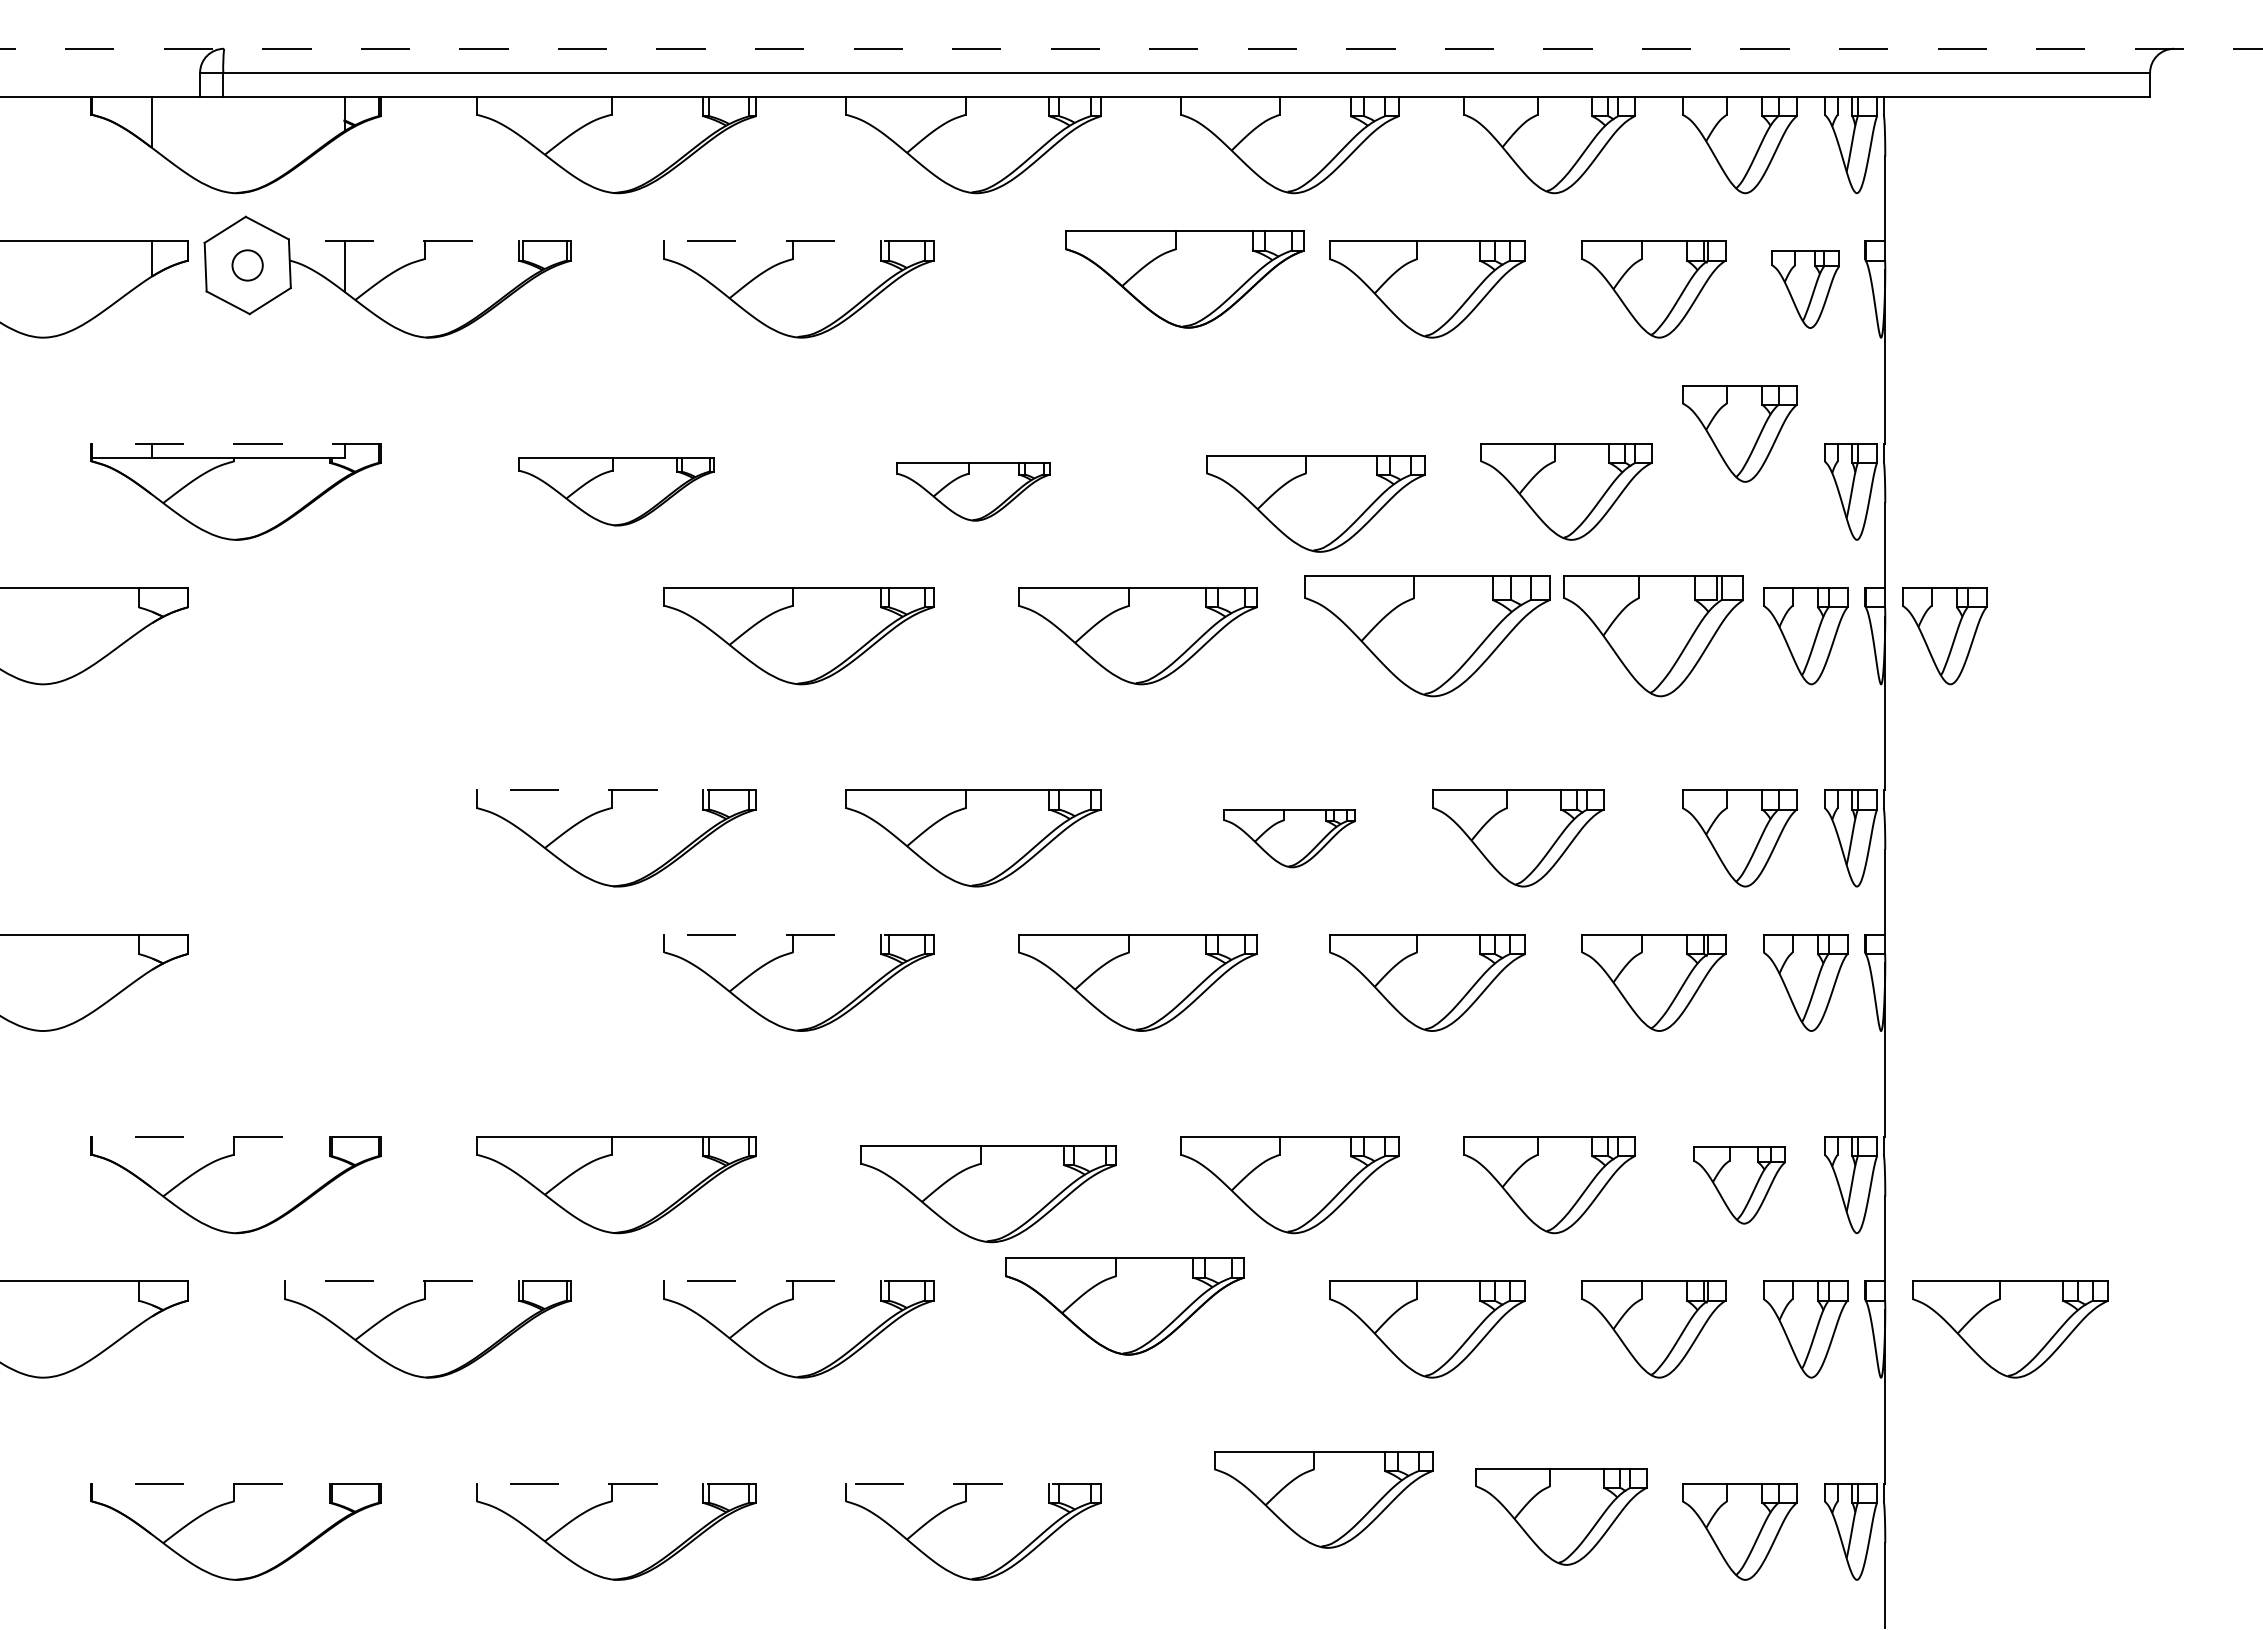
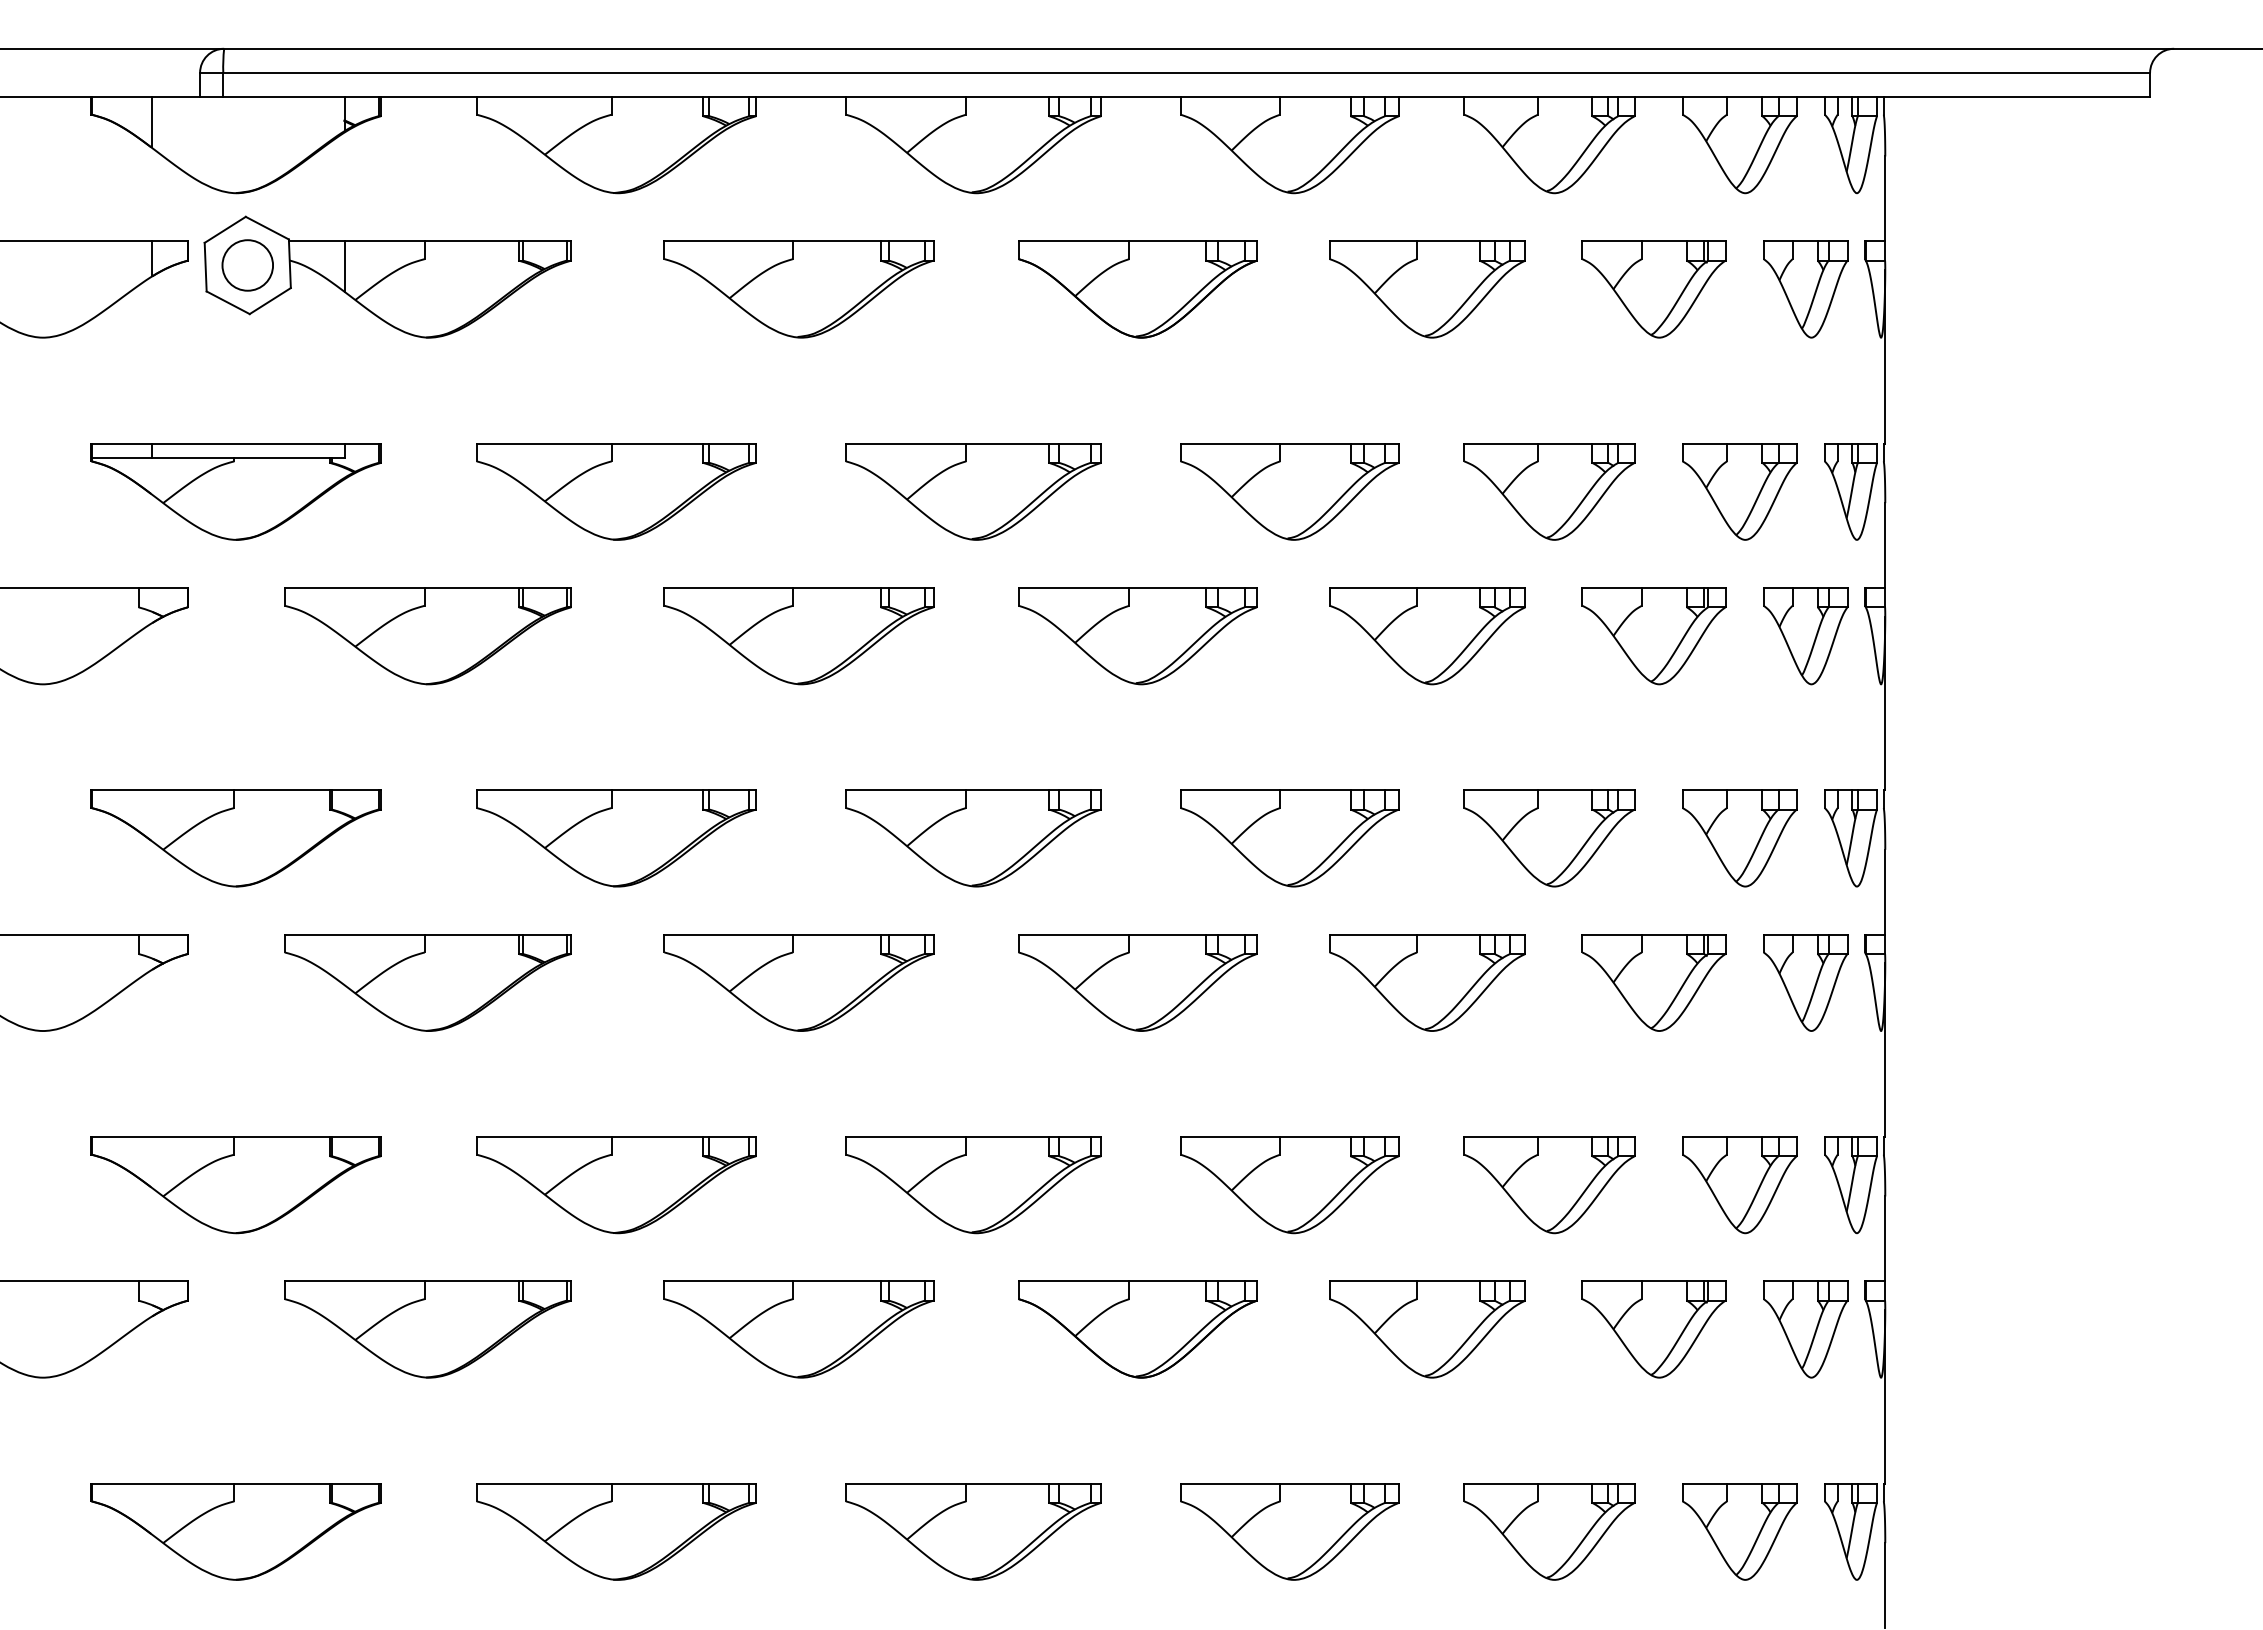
line at (1131, 48): dashed -> solid
line at (429, 241): dashed -> solid
line at (798, 241): dashed -> solid
circle at (247, 265) size: 33x33 px -> 53x53 px
part at (1184, 279) position: (1184, 279) -> (1137, 289)
part at (1805, 289) size: 69x79 px -> 86x99 px
part at (1739, 433) position: (1739, 433) -> (1739, 491)
line at (236, 443): dashed -> solid
part at (616, 491) size: 197x70 px -> 281x98 px
part at (973, 491) size: 155x60 px -> 257x98 px
part at (1566, 491) position: (1566, 491) -> (1549, 491)
part at (1315, 503) position: (1315, 503) -> (1289, 491)
part at (427, 636): none -> present
part at (1427, 636) size: 247x123 px -> 197x99 px
part at (1653, 636) size: 181x123 px -> 146x99 px
part at (1944, 636): present -> none
line at (616, 790): dashed -> solid
part at (235, 838): none -> present
part at (1289, 838) size: 133x60 px -> 220x99 px
part at (1518, 838) position: (1518, 838) -> (1549, 838)
line at (798, 934): dashed -> solid
part at (427, 982): none -> present
line at (236, 1136): dashed -> solid
part at (1739, 1185) size: 93x79 px -> 116x99 px
part at (988, 1194) position: (988, 1194) -> (973, 1185)
line at (427, 1281): dashed -> solid
line at (798, 1281): dashed -> solid
part at (1124, 1306) position: (1124, 1306) -> (1137, 1329)
part at (2010, 1329): present -> none
line at (236, 1483): dashed -> solid
line at (616, 1483): dashed -> solid
line at (973, 1483): dashed -> solid
part at (1323, 1499) position: (1323, 1499) -> (1289, 1531)
part at (1561, 1516) position: (1561, 1516) -> (1549, 1531)
